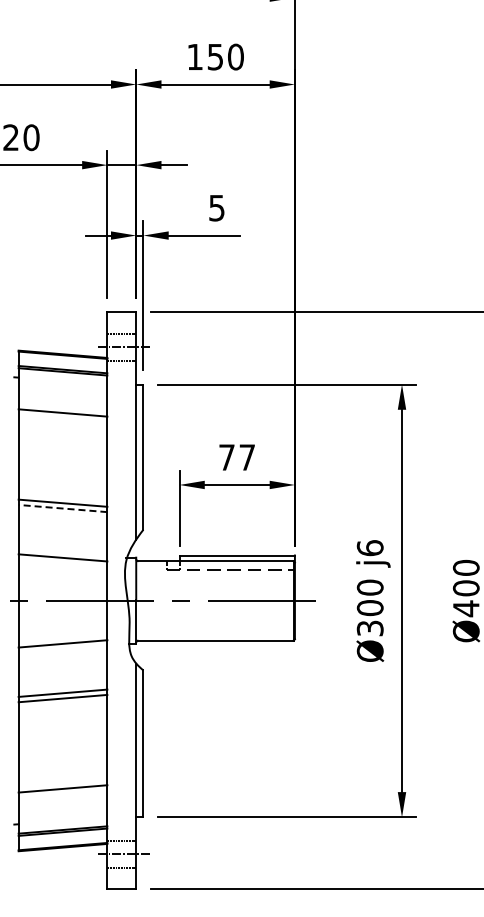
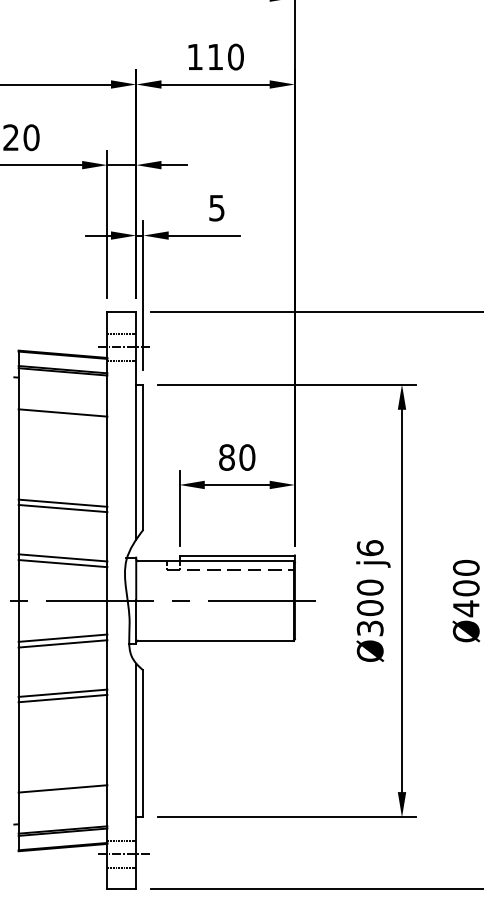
text at (214, 57): 150 -> 110
text at (237, 457): 77 -> 80
line at (63, 508): dashed -> solid
line at (62, 563): none -> present
line at (62, 637): none -> present
